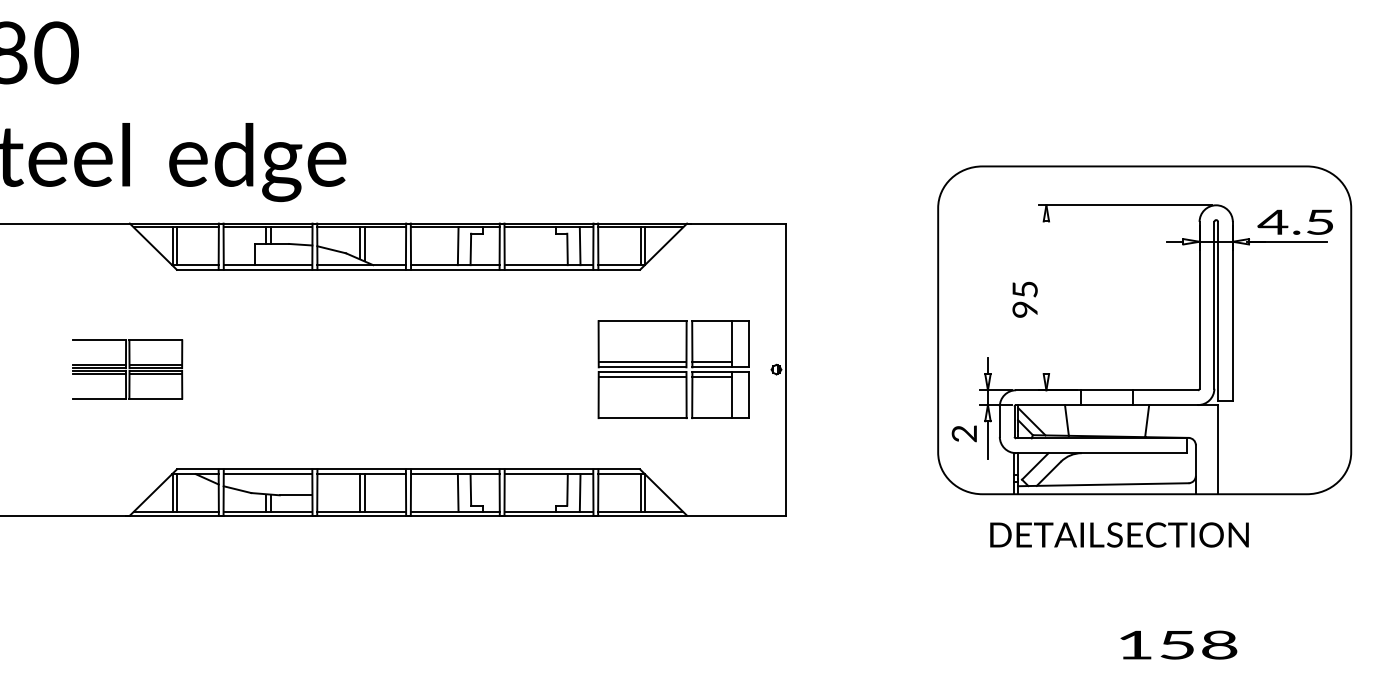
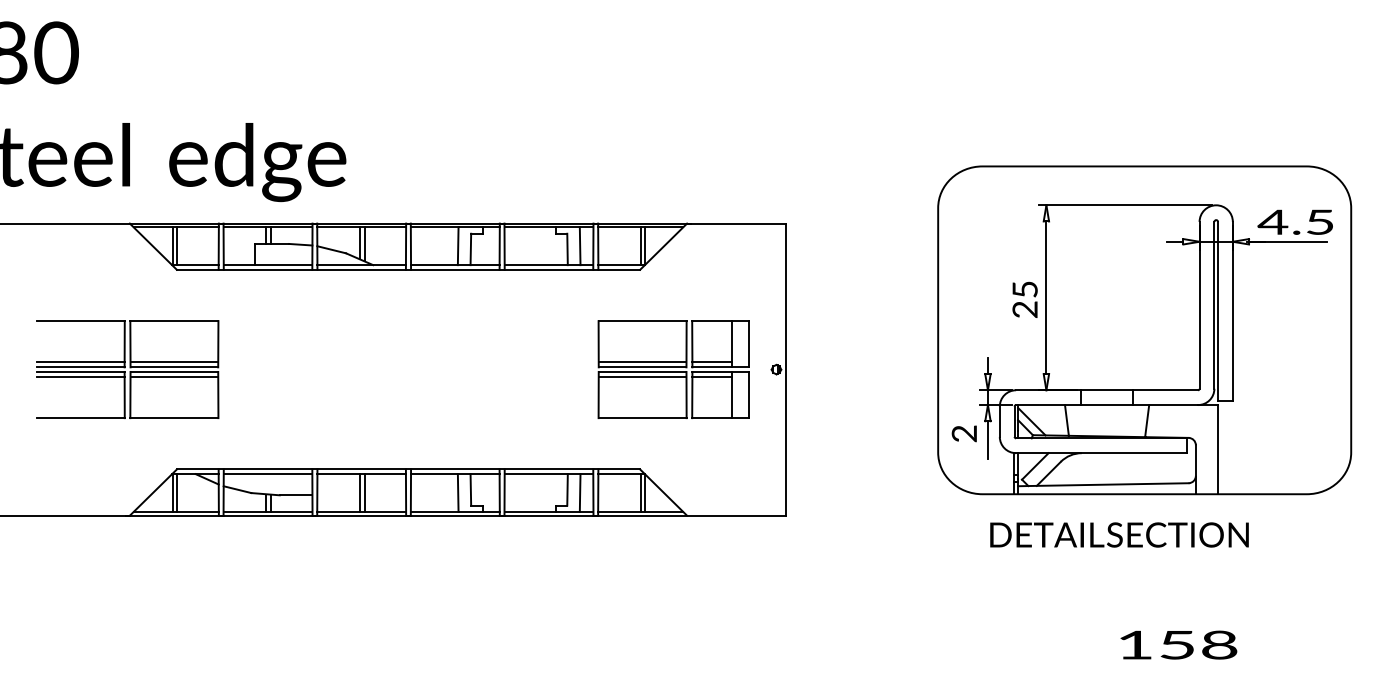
line at (1046, 297): none -> present
text at (1025, 309): 95 -> 25
part at (127, 369) size: 112x61 px -> 184x99 px
